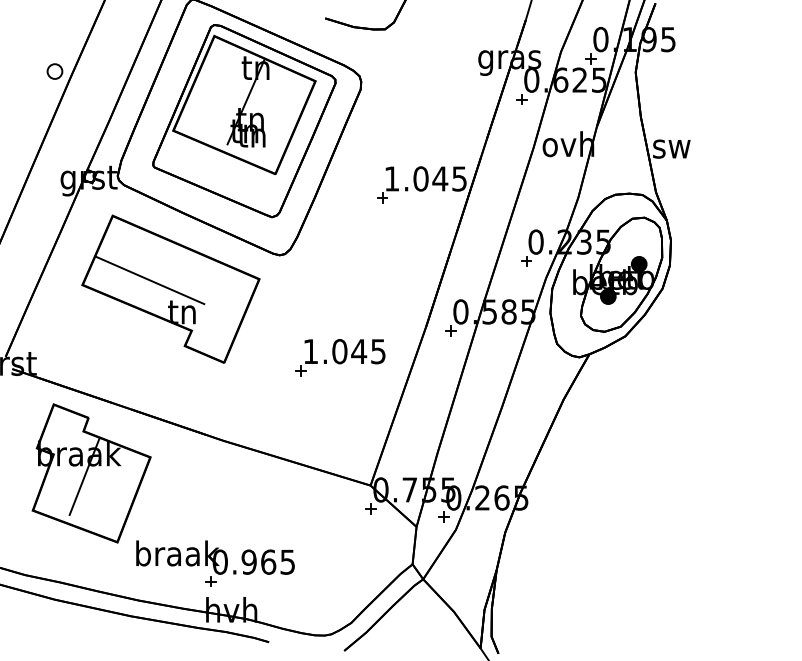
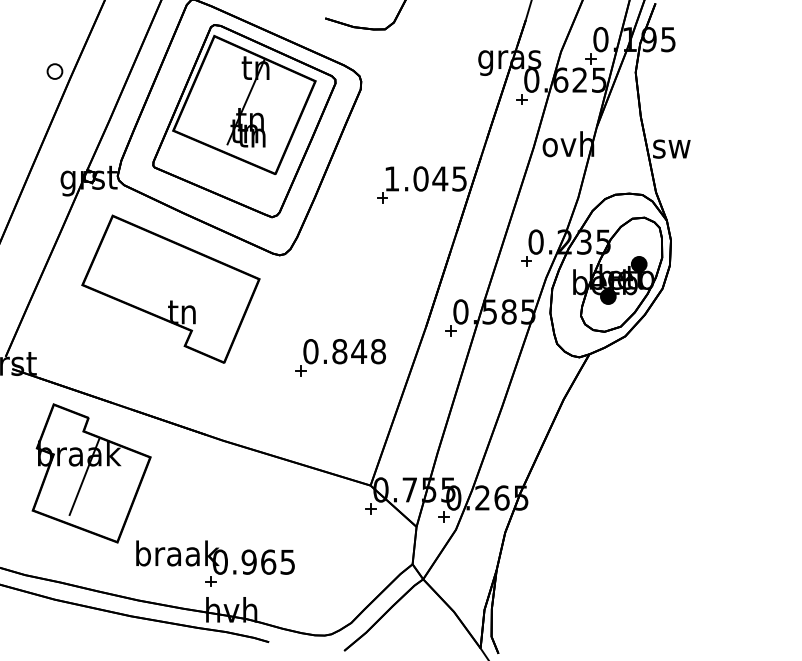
line at (149, 280): present -> none
text at (344, 351): 1.045 -> 0.848
